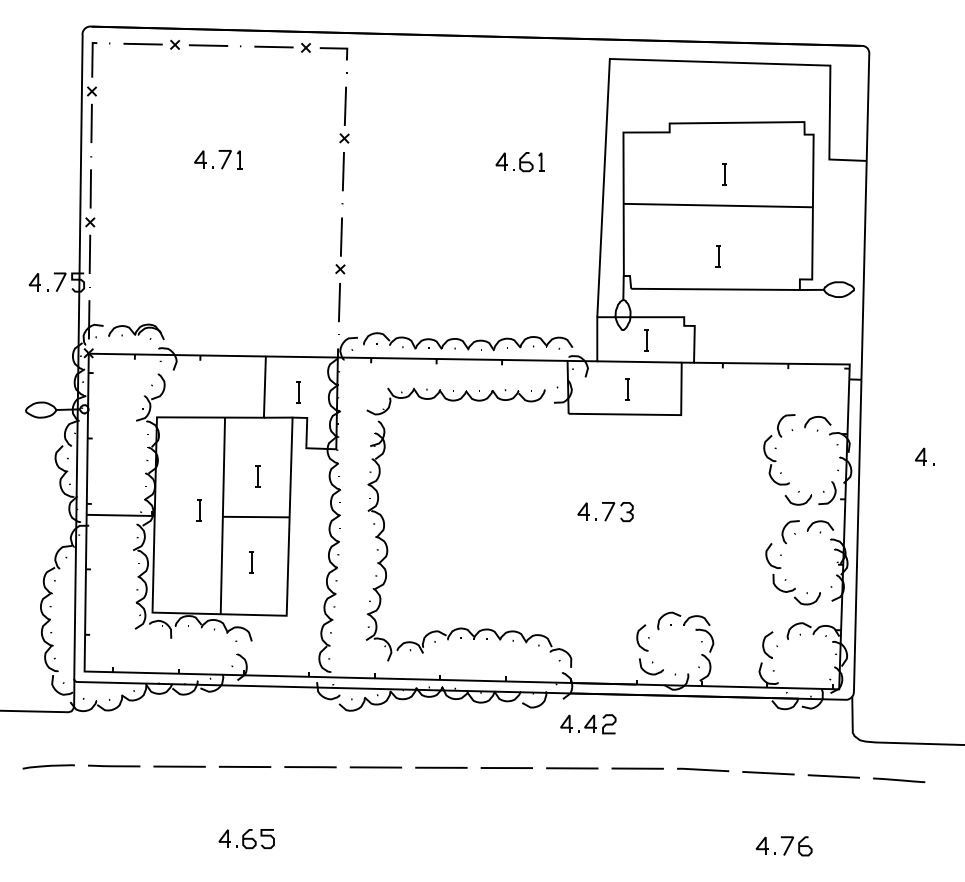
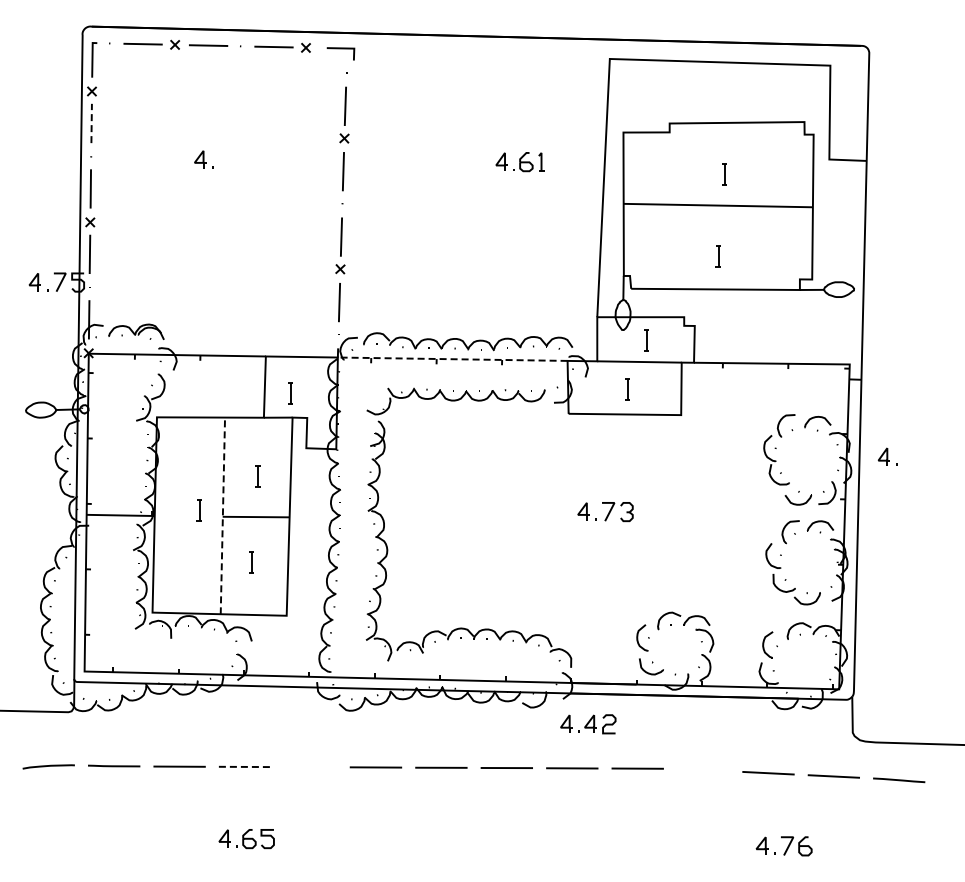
line at (333, 49) position: (333, 49) -> (340, 49)
line at (91, 123): solid -> dashed
part at (230, 159): present -> none
line at (451, 359): solid -> dashed
part at (298, 392) position: (298, 392) -> (290, 393)
part at (924, 456) position: (924, 456) -> (887, 456)
line at (222, 516): solid -> dashed
line at (245, 766): solid -> dashed
line at (310, 767): present -> none
line at (703, 769): present -> none
